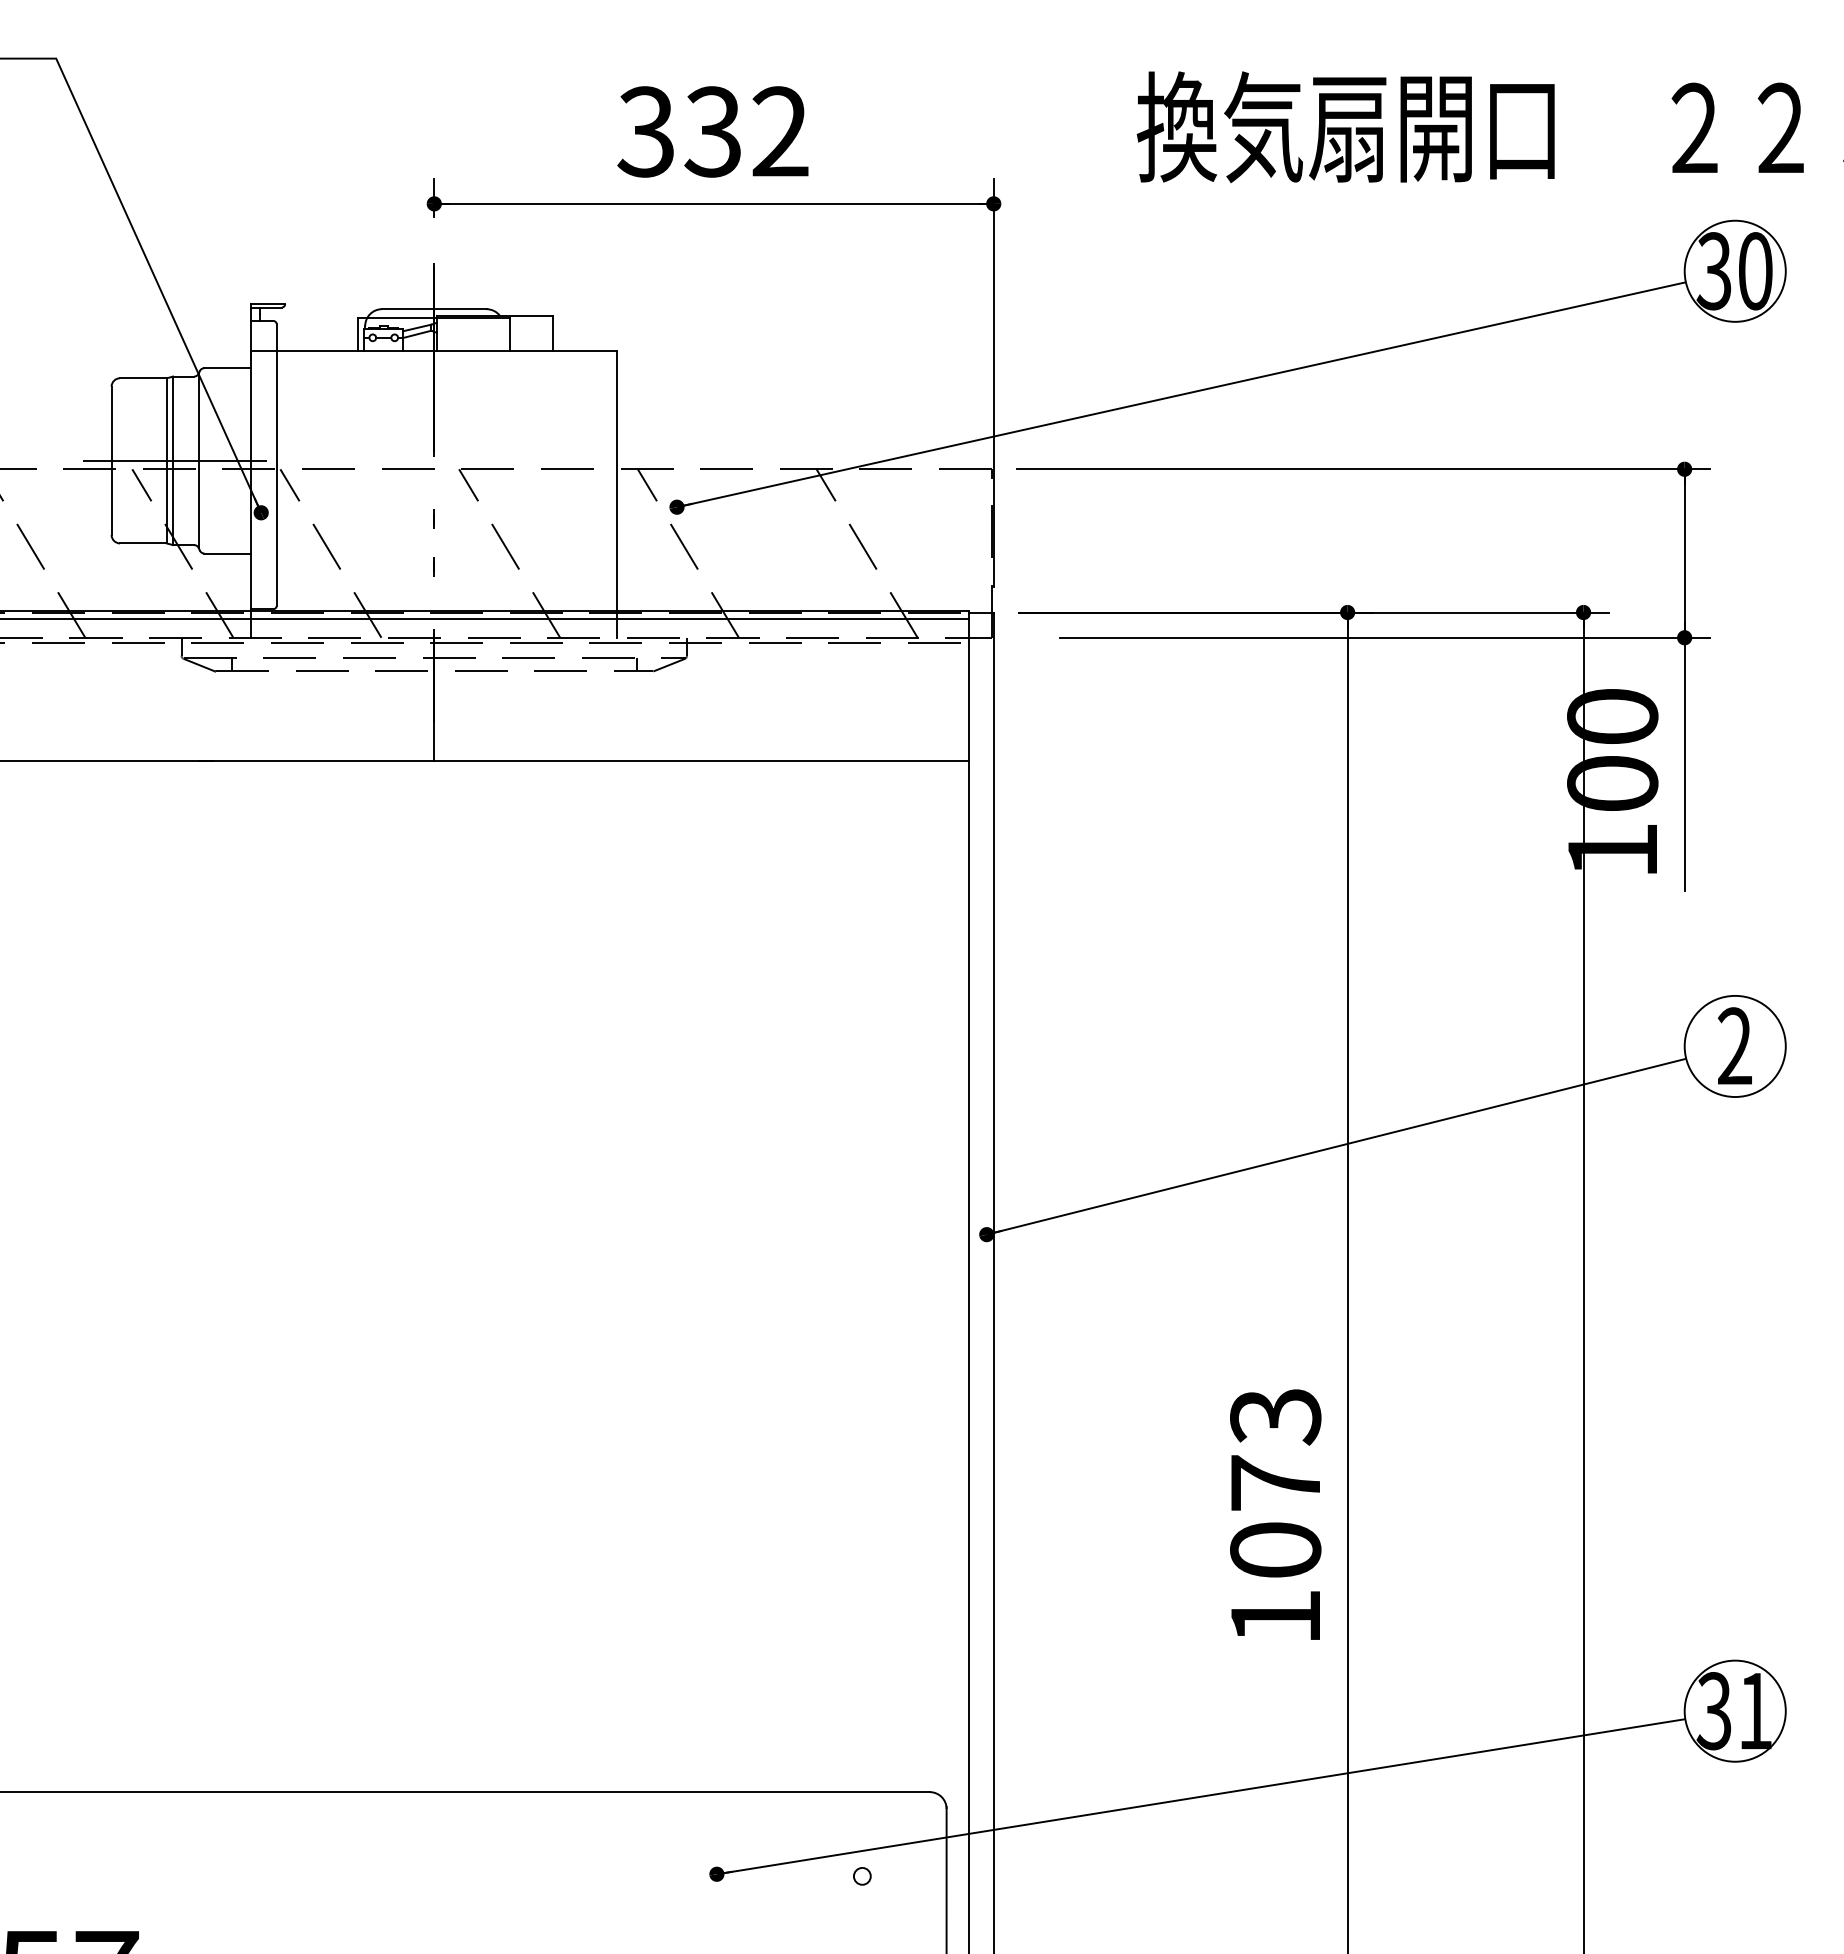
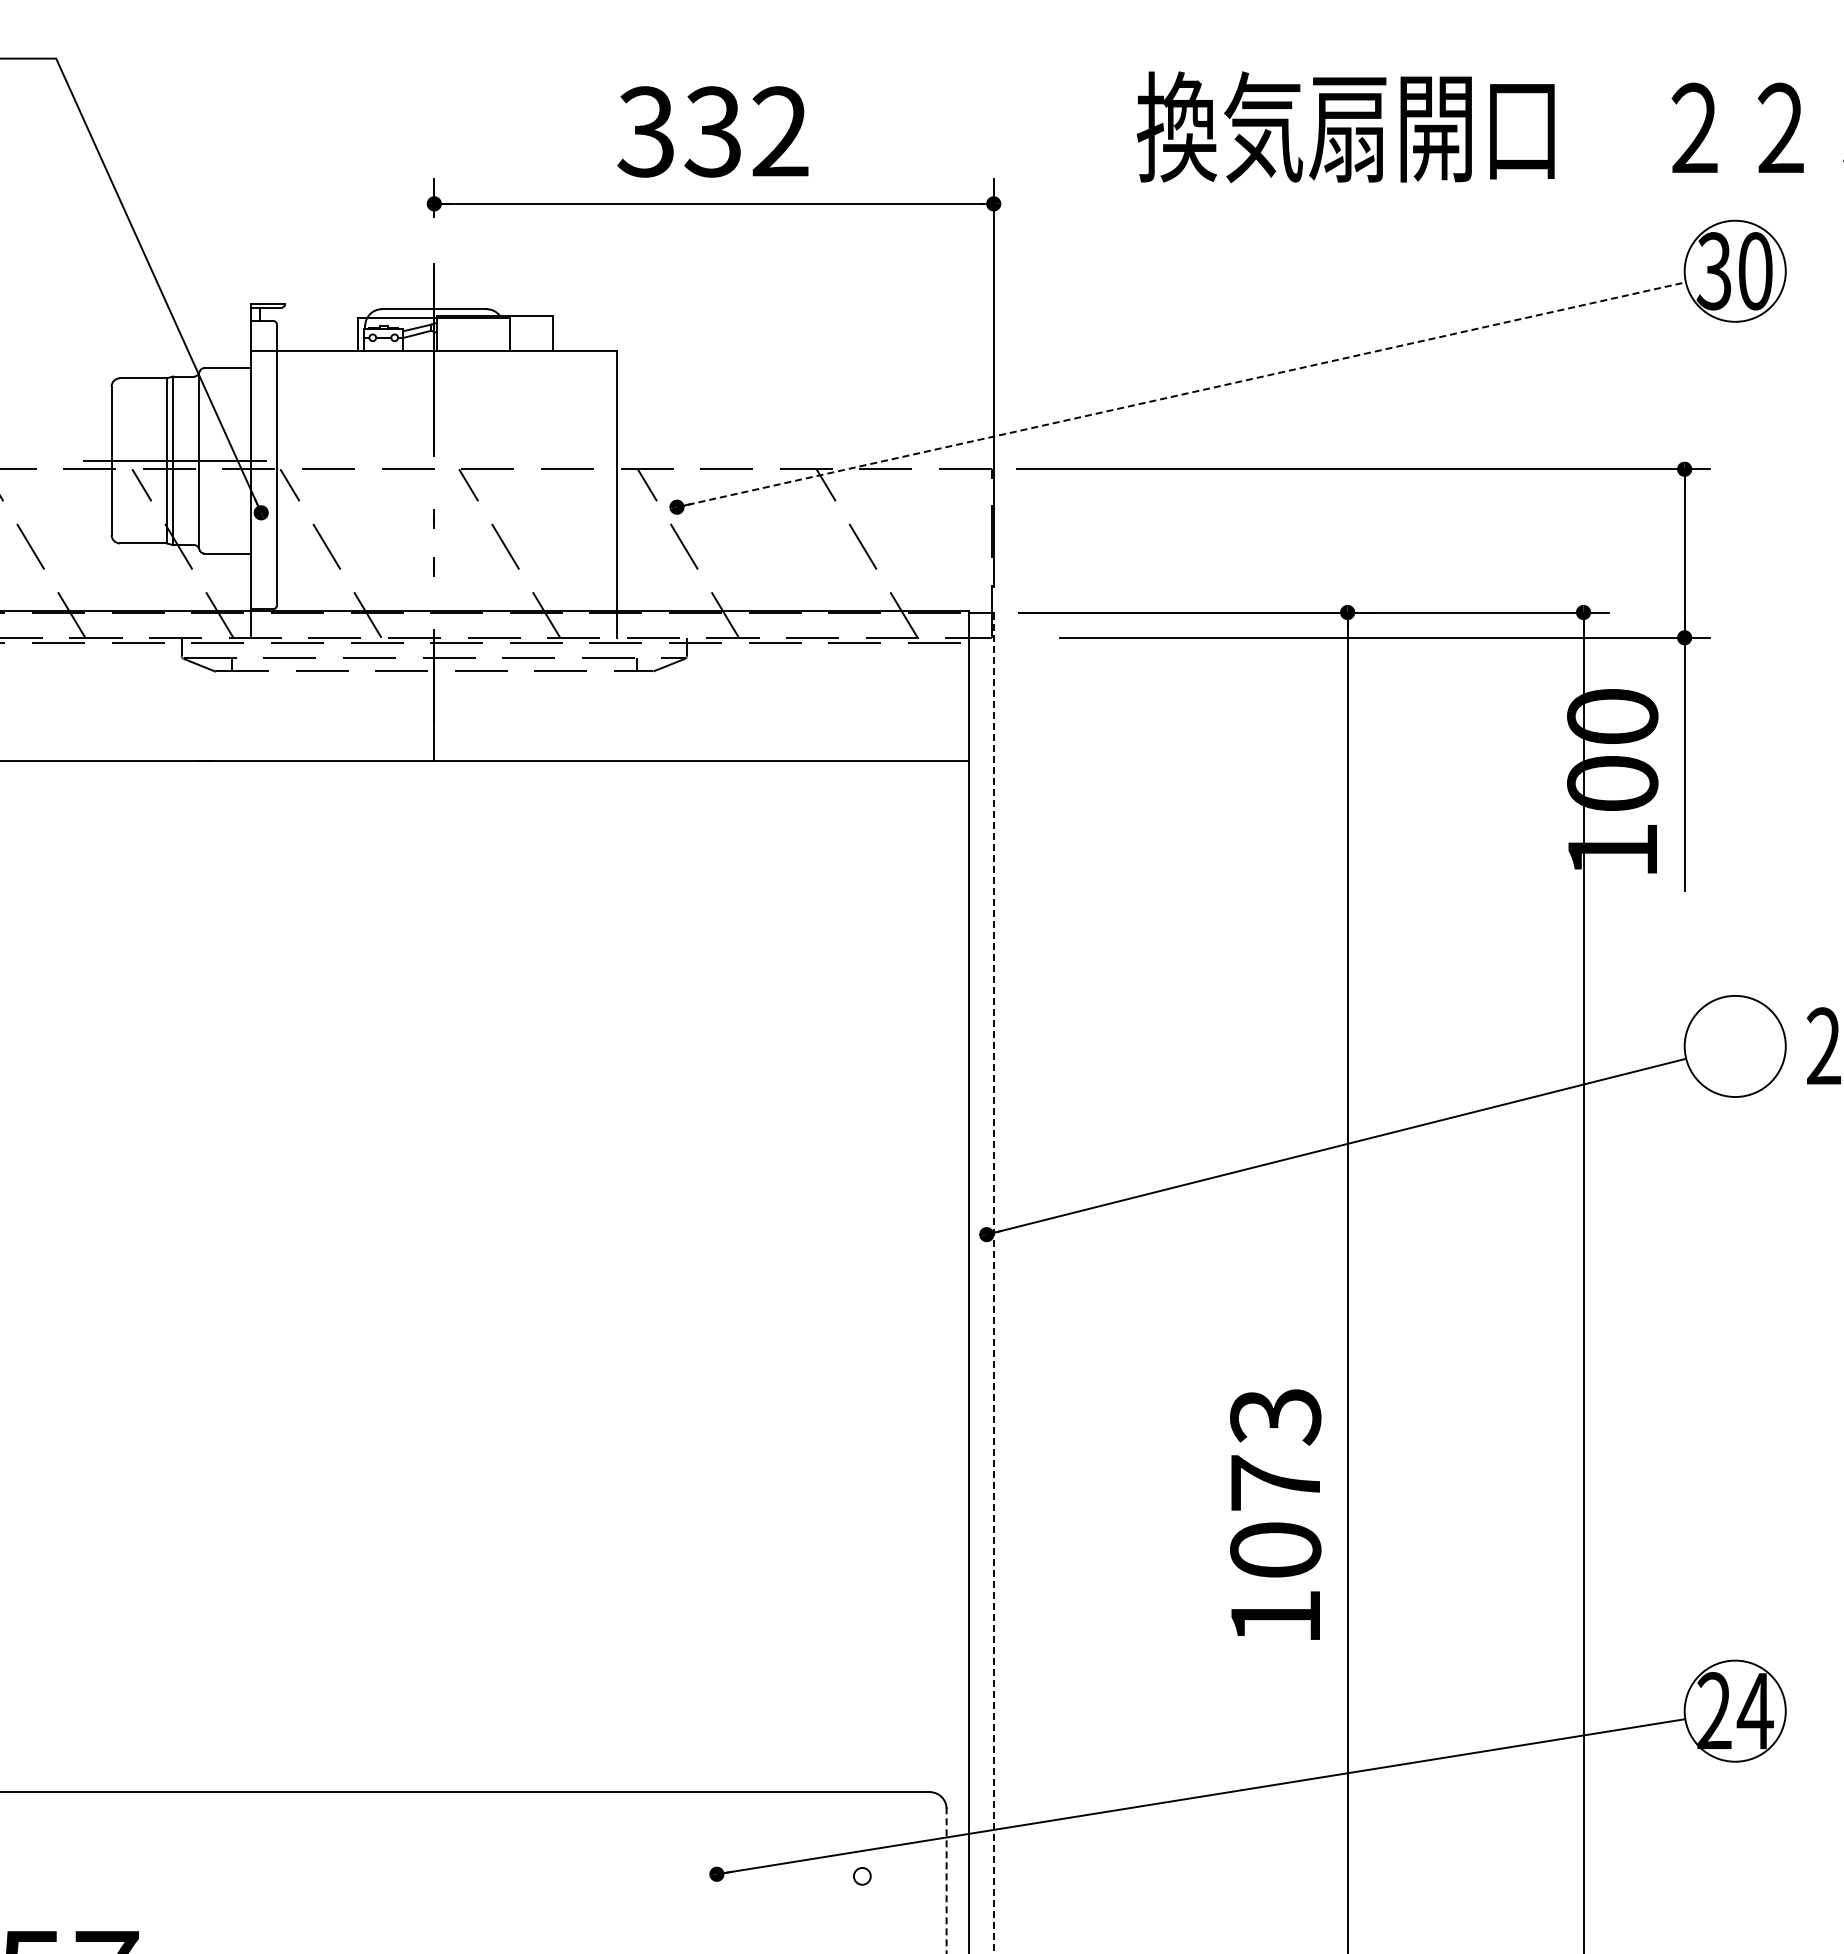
line at (1181, 394): solid -> dashed
line at (485, 619): present -> none
text at (1734, 1045) position: (1734, 1045) -> (1823, 1045)
line at (993, 1283): solid -> dashed
text at (1734, 1711): 31 -> 24
line at (946, 1879): solid -> dashed
